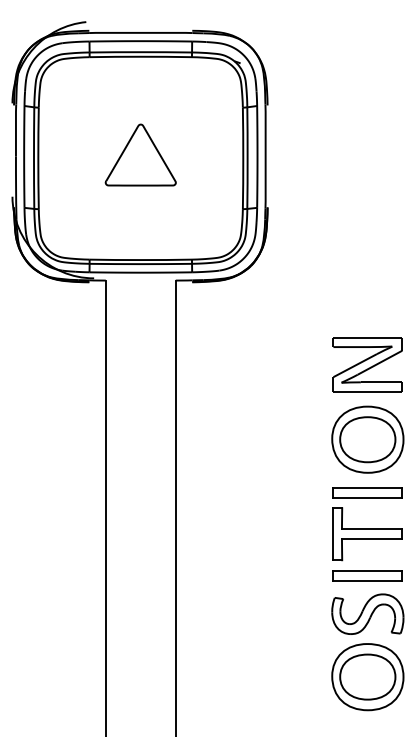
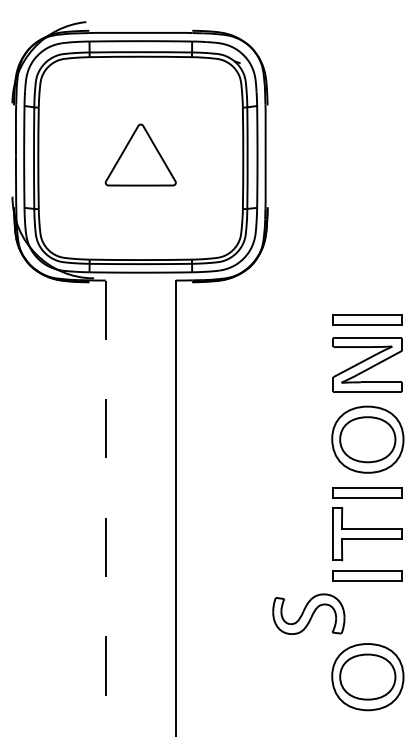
part at (367, 319): none -> present
line at (105, 508): solid -> dashed
part at (367, 613) position: (367, 613) -> (308, 613)
